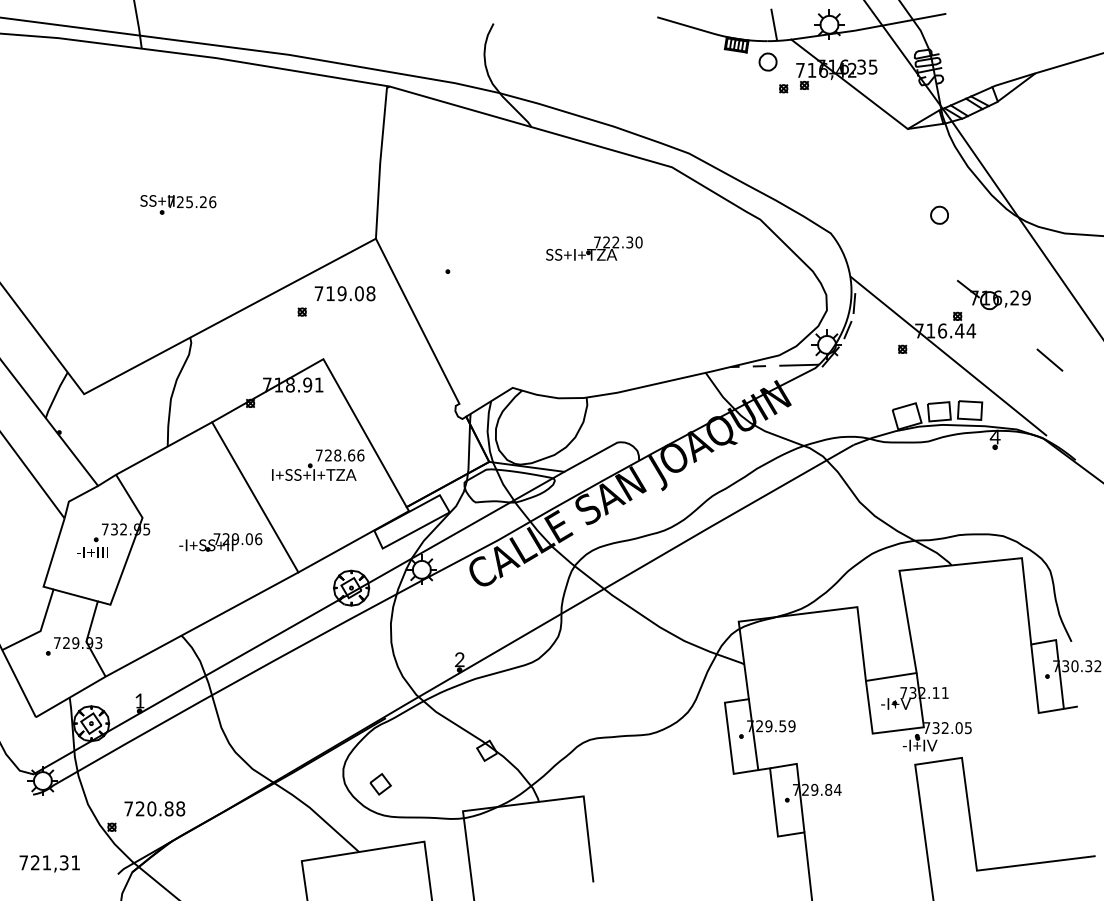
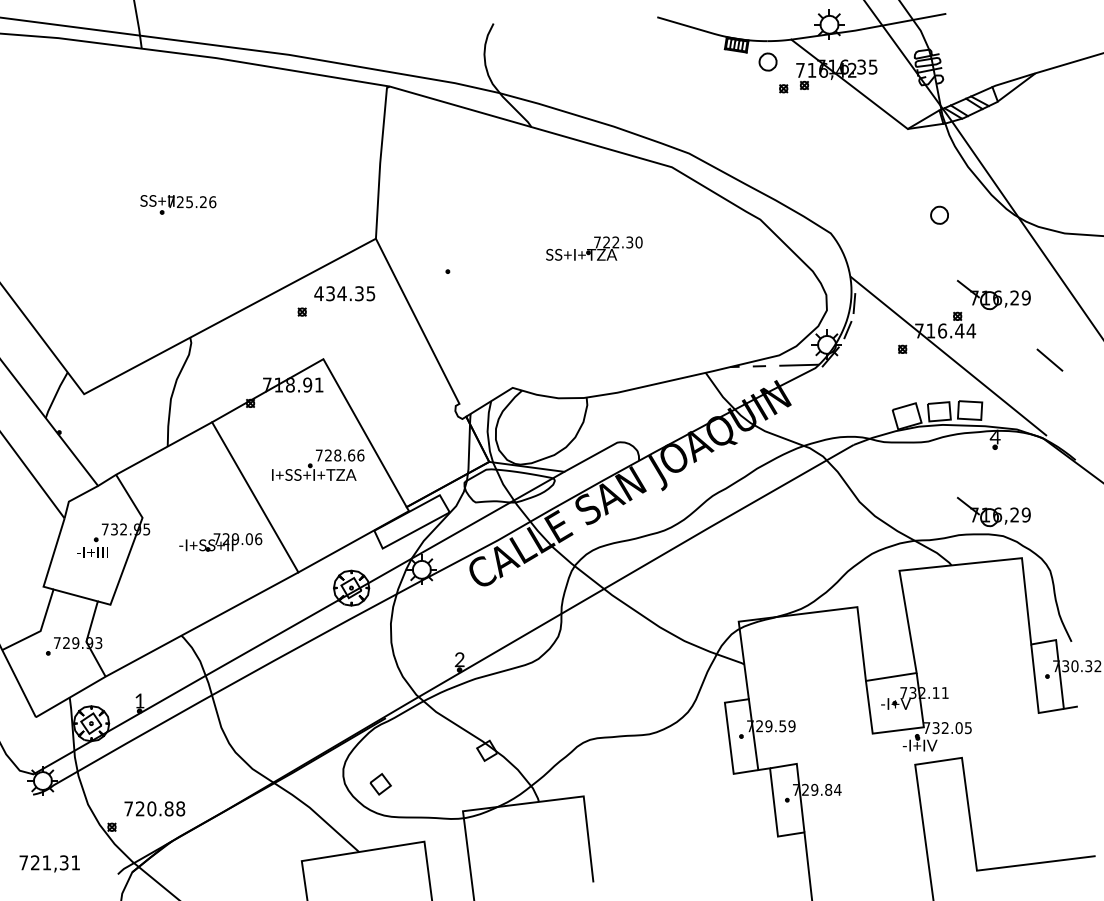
line at (774, 24): present -> none
text at (344, 293): 719.08 -> 434.35
part at (993, 511): none -> present
